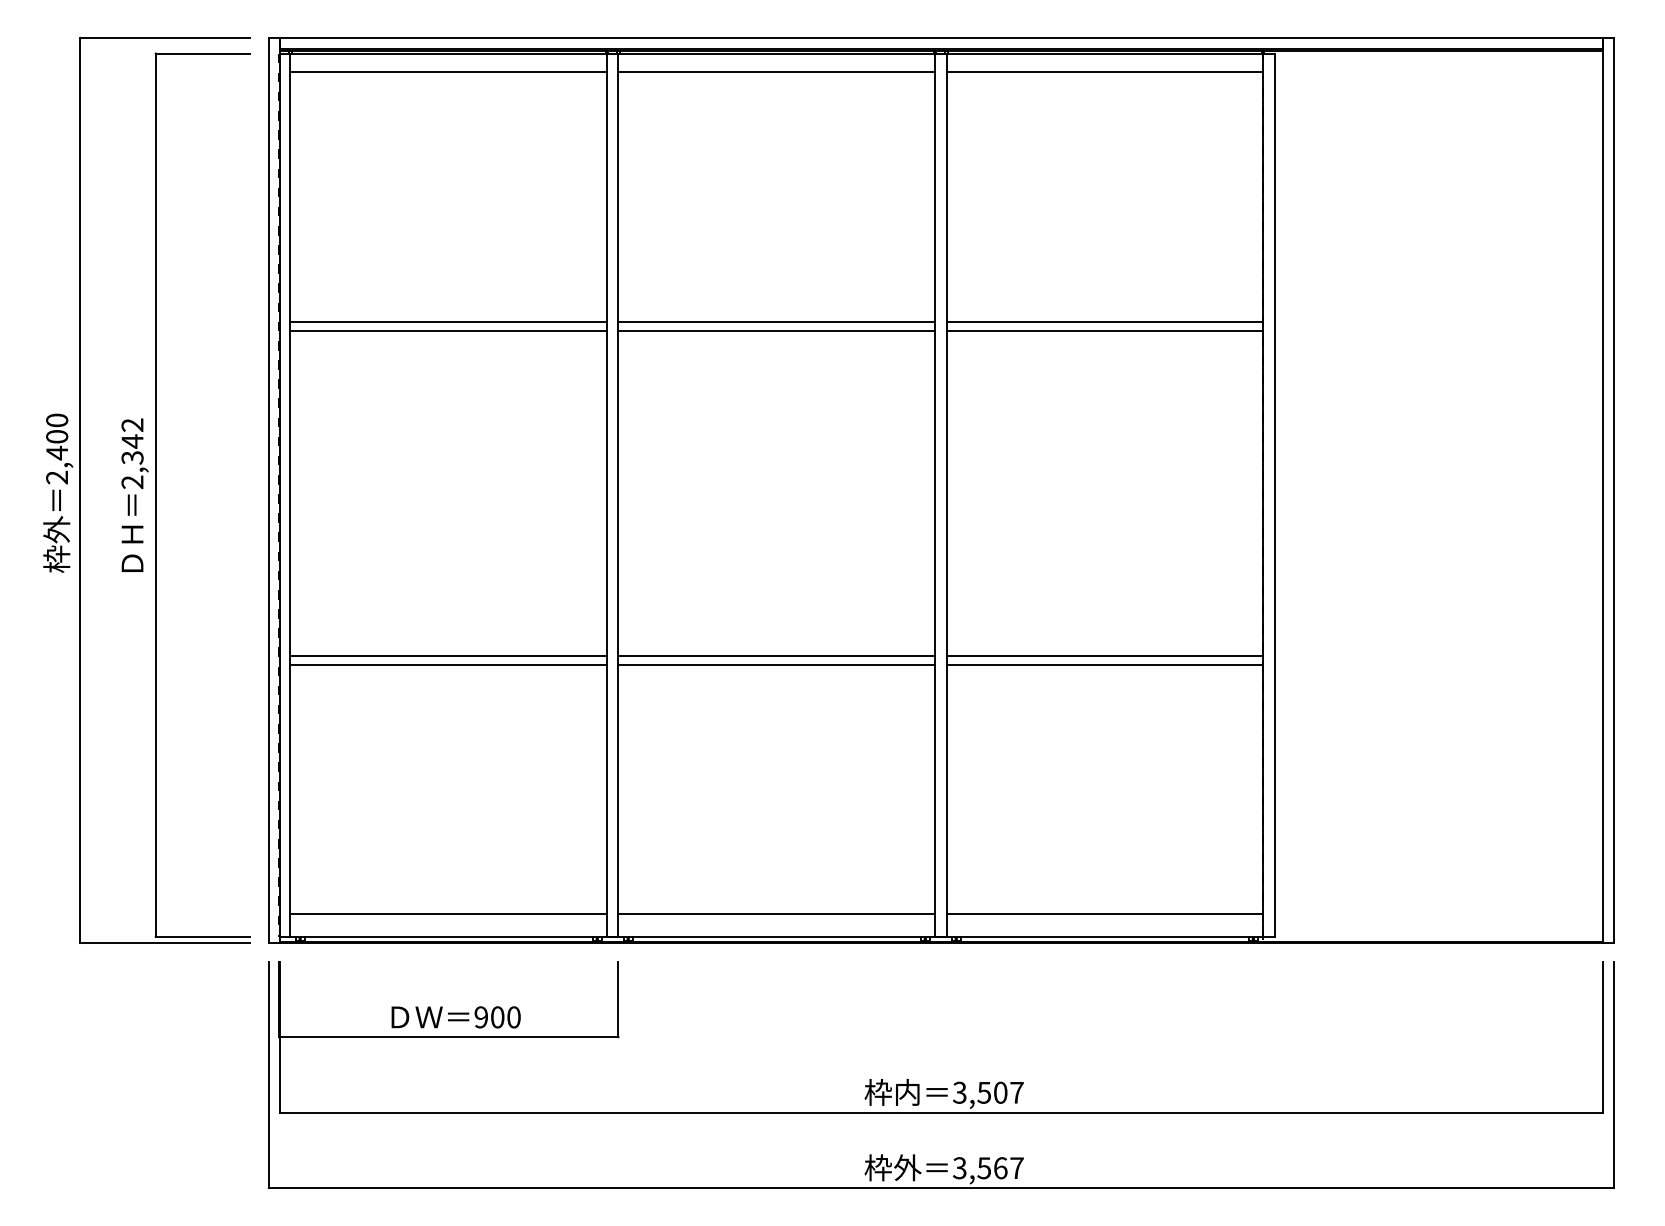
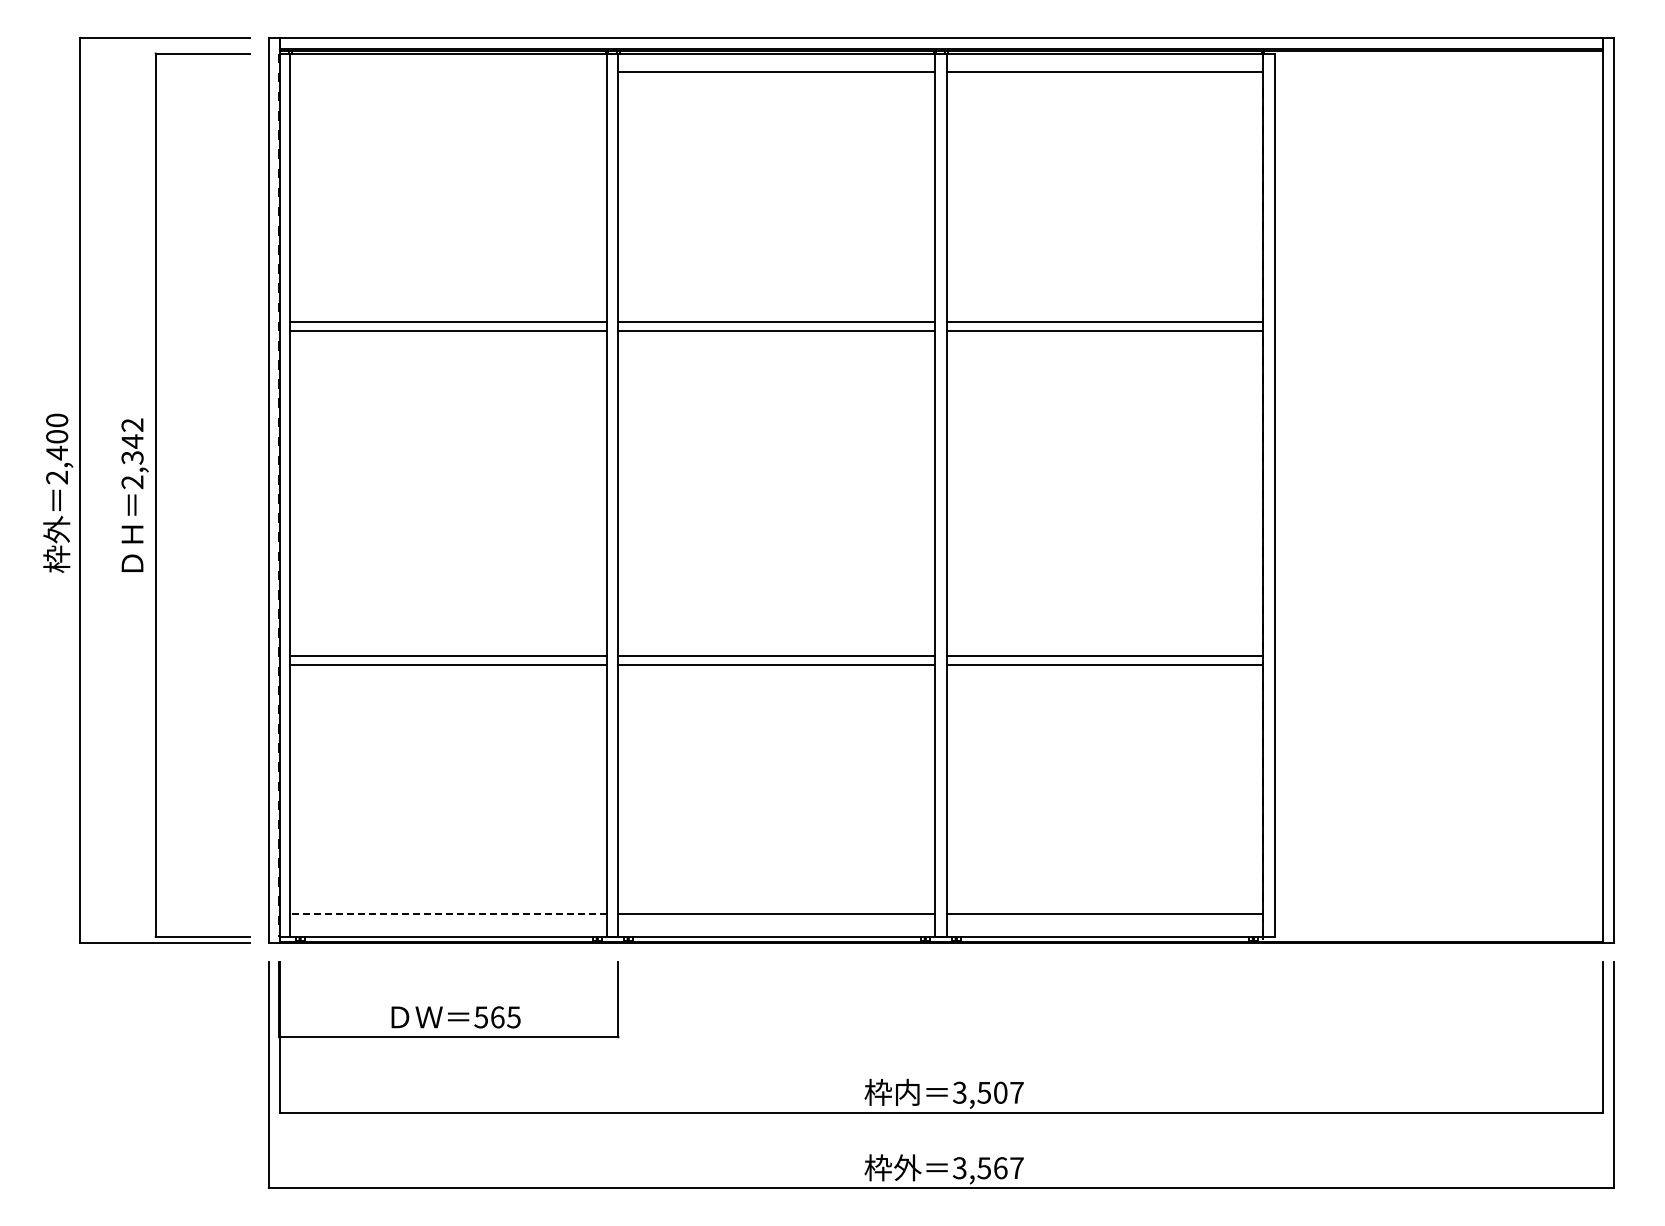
line at (448, 72): present -> none
line at (448, 914): solid -> dashed
text at (497, 1017): 900 -> 565
